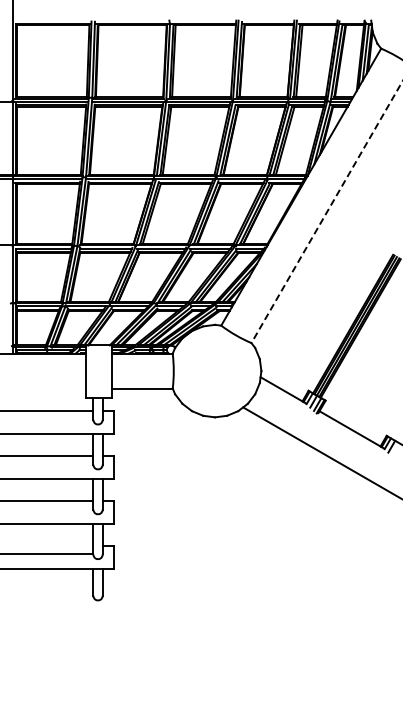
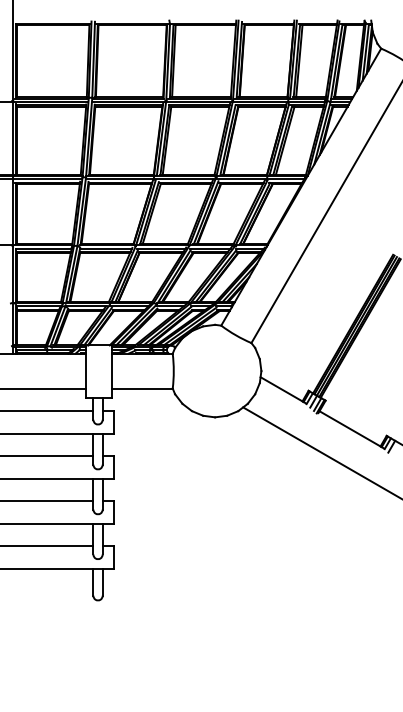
line at (326, 212): dashed -> solid
line at (43, 388): none -> present
line at (47, 553) position: (47, 553) -> (47, 545)
